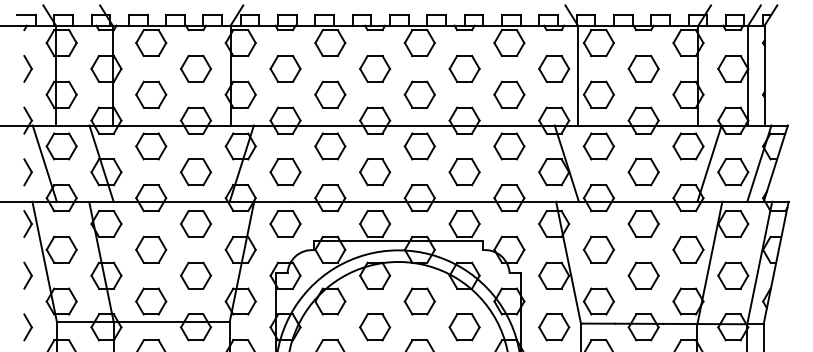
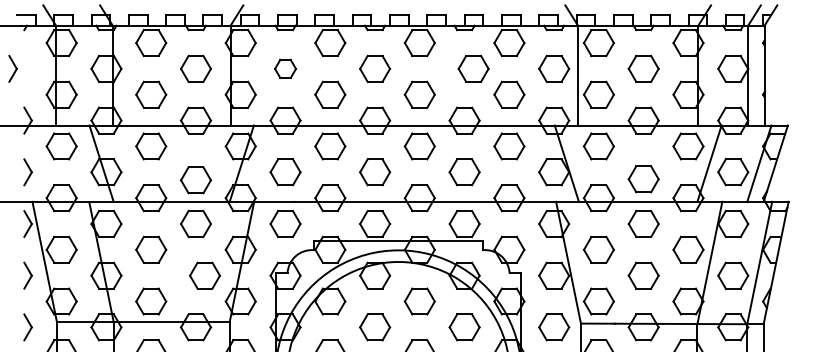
part at (27, 68) position: (27, 68) -> (12, 68)
part at (285, 68) size: 33x28 px -> 23x21 px
part at (464, 68) position: (464, 68) -> (473, 68)
line at (44, 163): present -> none
part at (195, 172) position: (195, 172) -> (195, 180)
part at (643, 172) position: (643, 172) -> (643, 179)
part at (195, 275) position: (195, 275) -> (204, 275)
